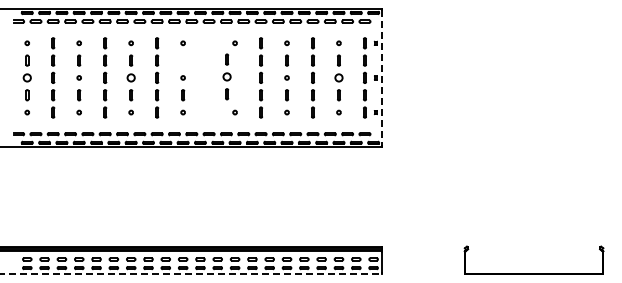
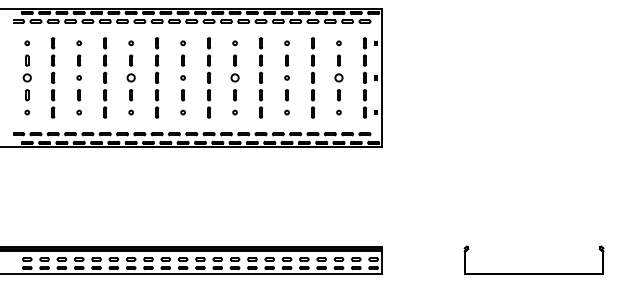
part at (183, 60): none -> present
part at (226, 76) position: (226, 76) -> (234, 77)
line at (209, 77): none -> present
line at (382, 78): dashed -> solid
line at (191, 274): dashed -> solid
